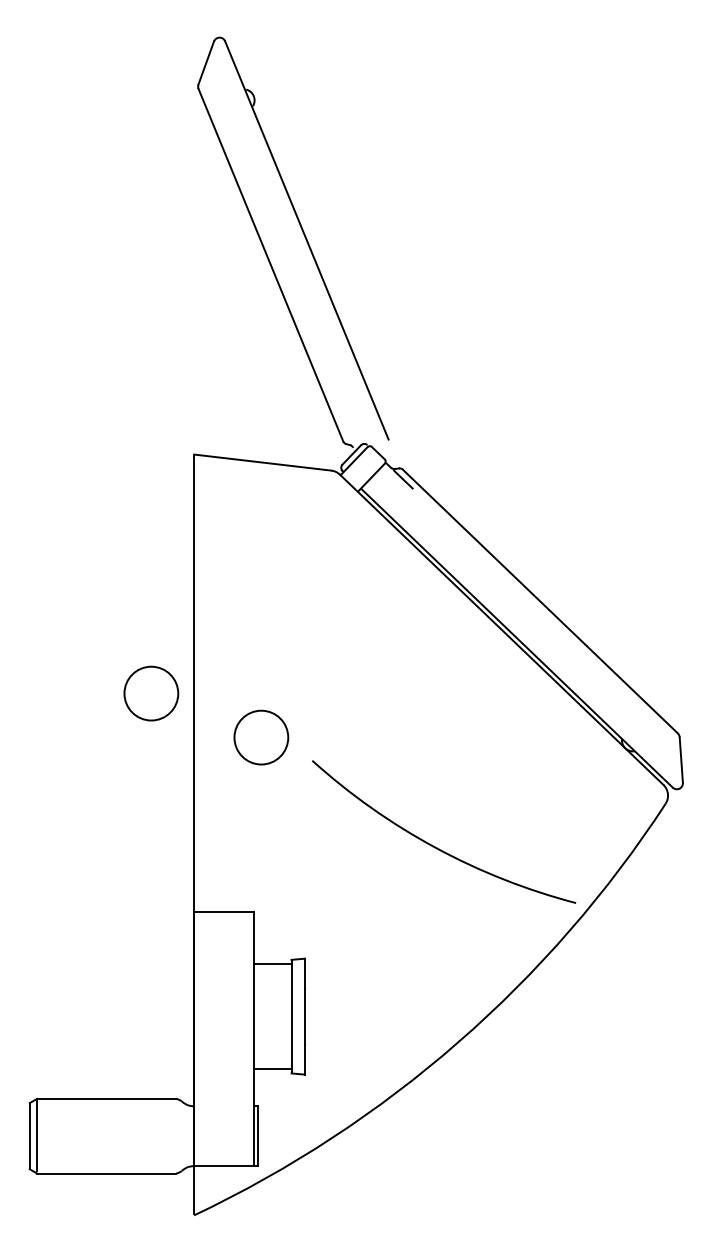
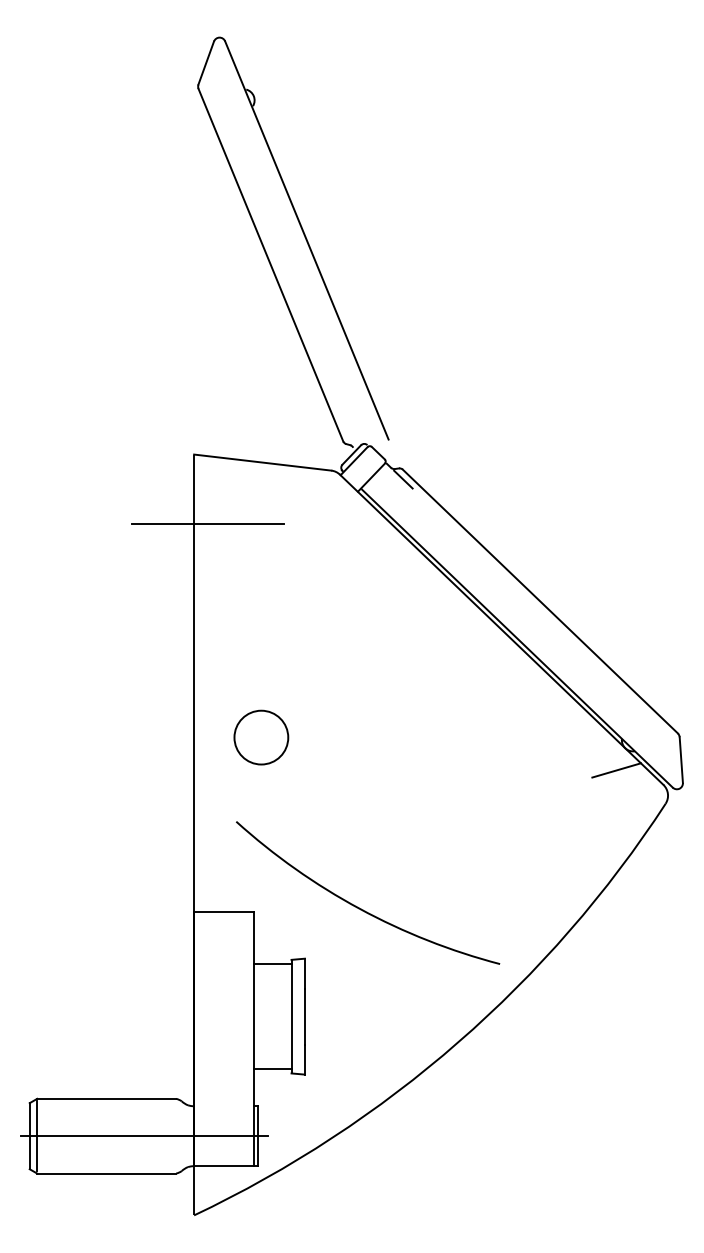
line at (207, 523): none -> present
circle at (151, 693): present -> none
line at (616, 770): none -> present
arc at (437, 847) position: (437, 847) -> (361, 908)
line at (143, 1136): none -> present
